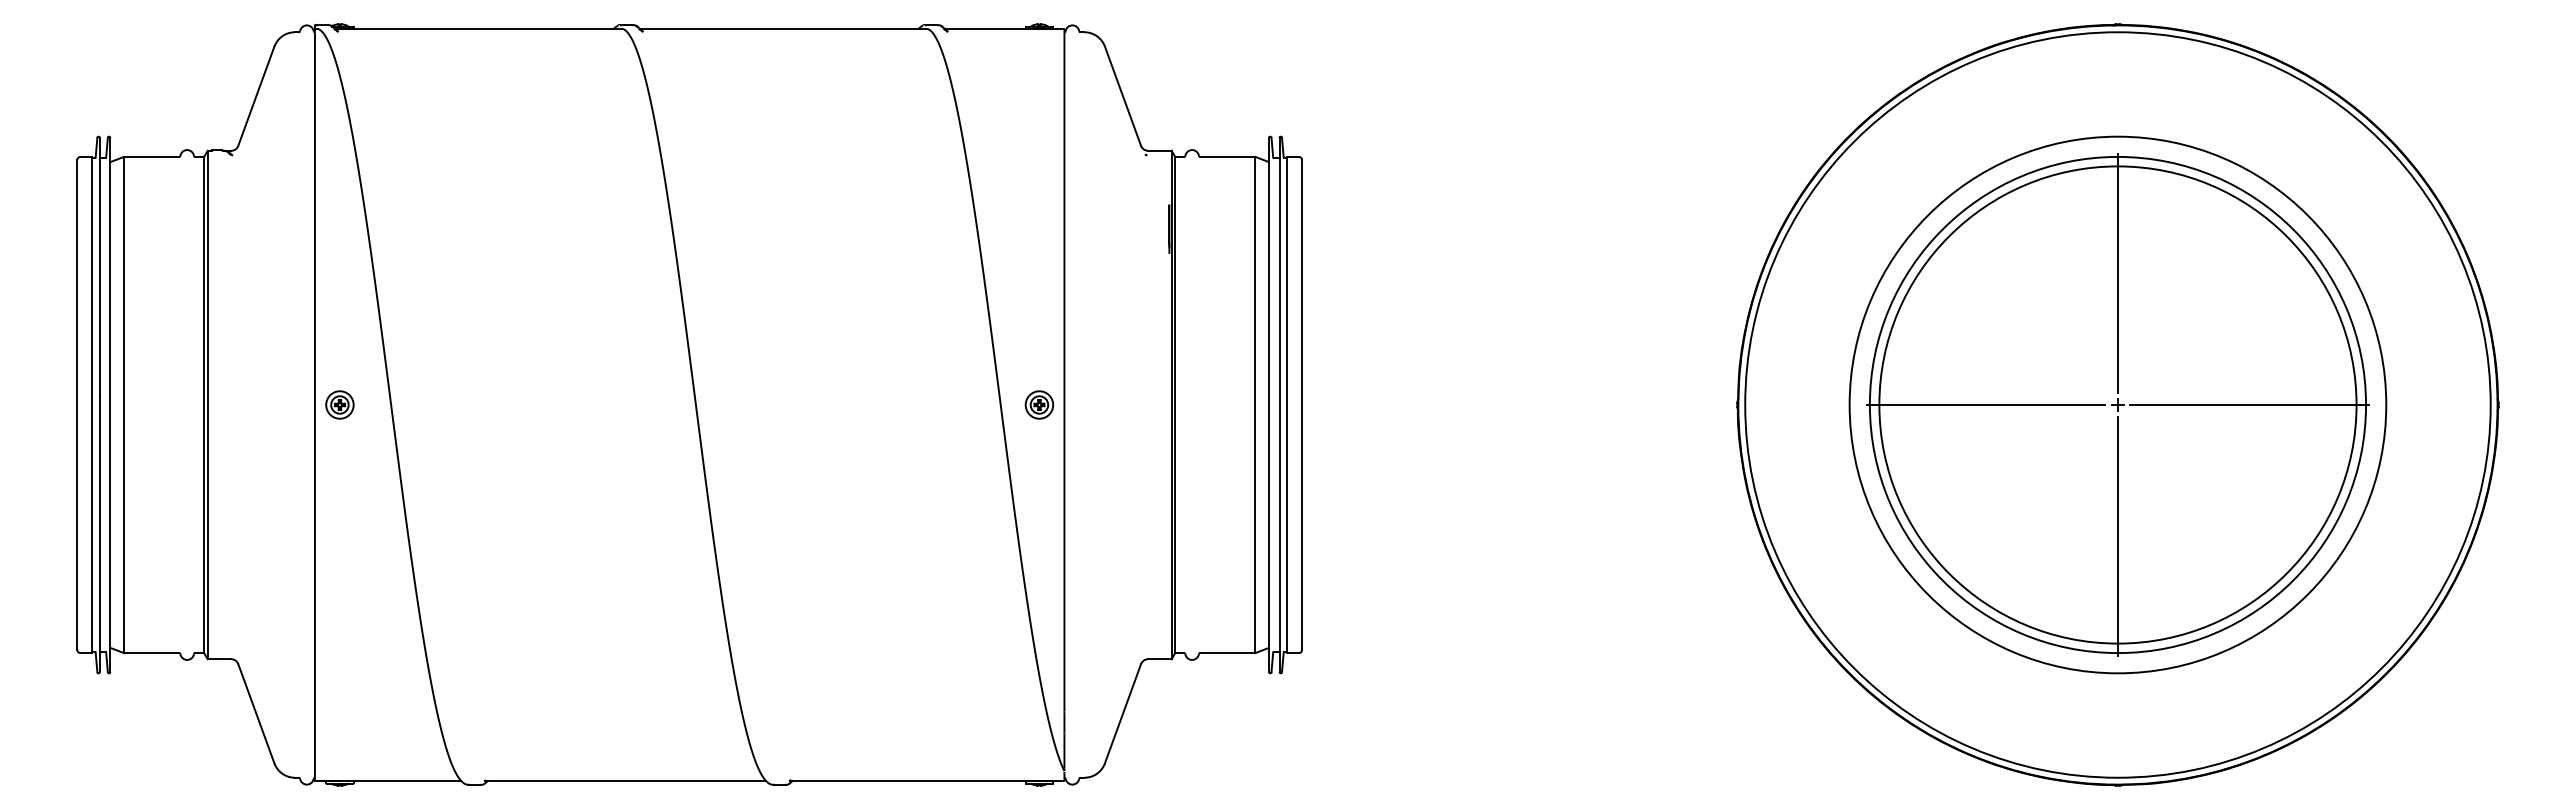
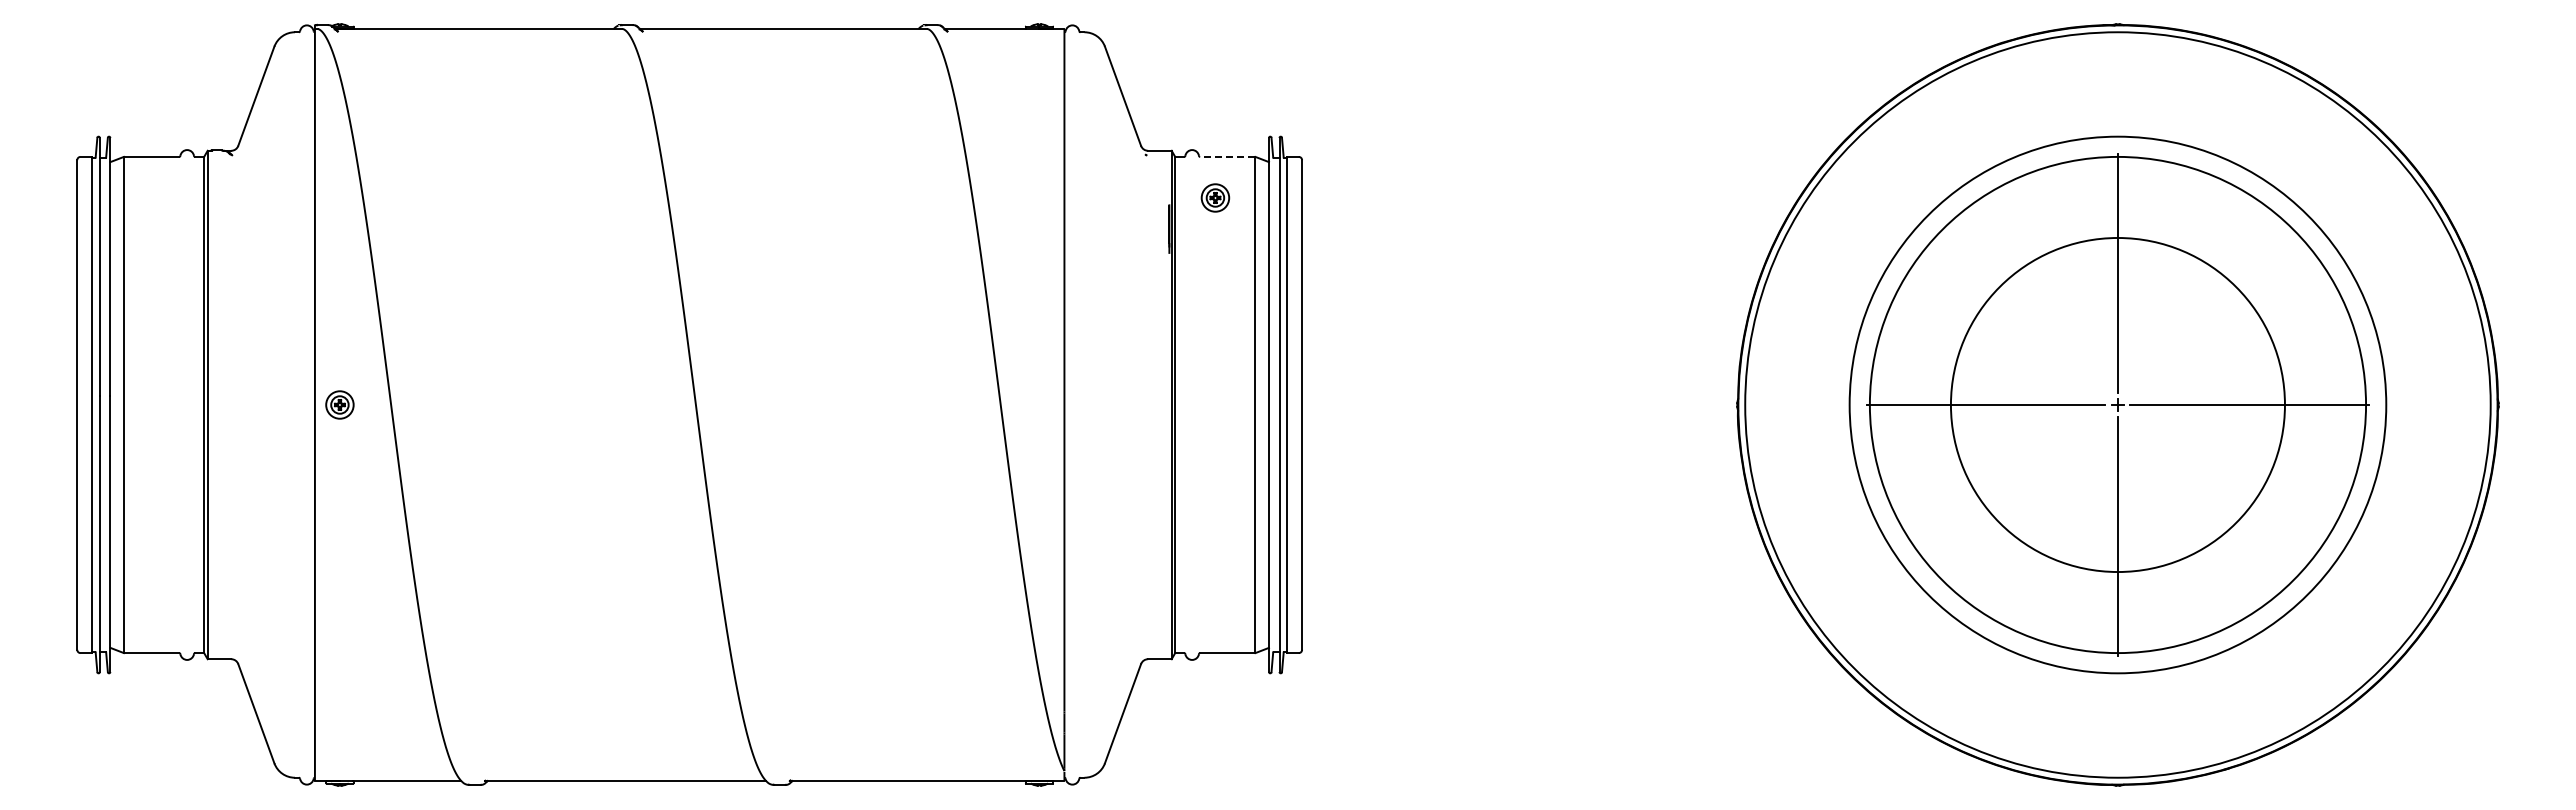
line at (1227, 156): solid -> dashed
part at (1039, 404) position: (1039, 404) -> (1215, 197)
circle at (2117, 404) diameter: 477 px -> 334 px
